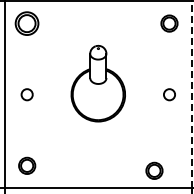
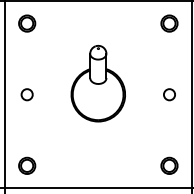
part at (26, 23) size: 26x25 px -> 19x19 px
line at (191, 94): dashed -> solid
part at (154, 170) position: (154, 170) -> (169, 165)
